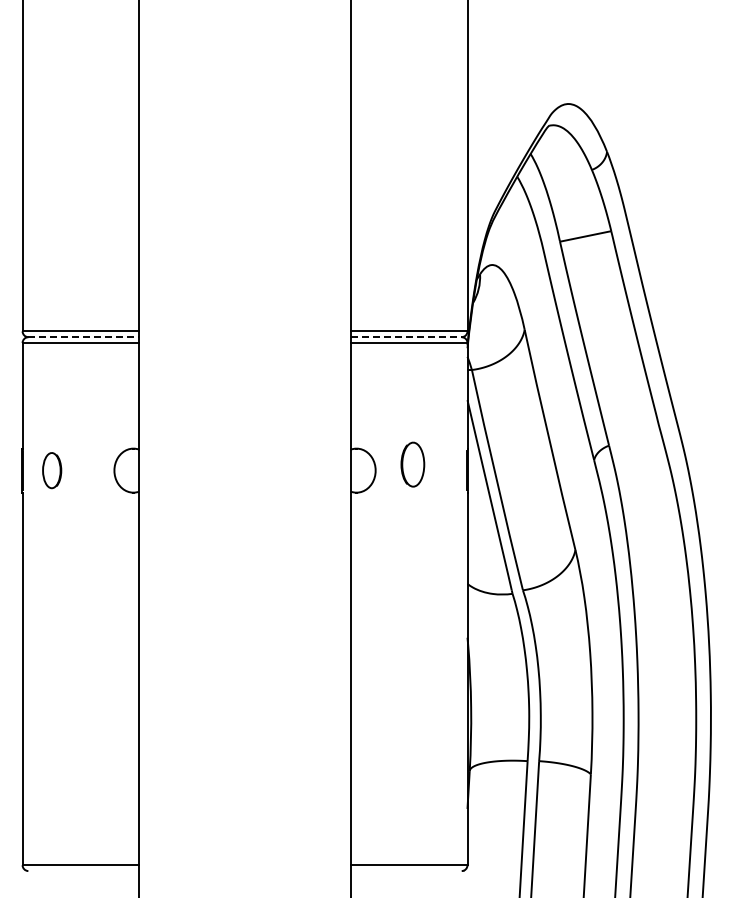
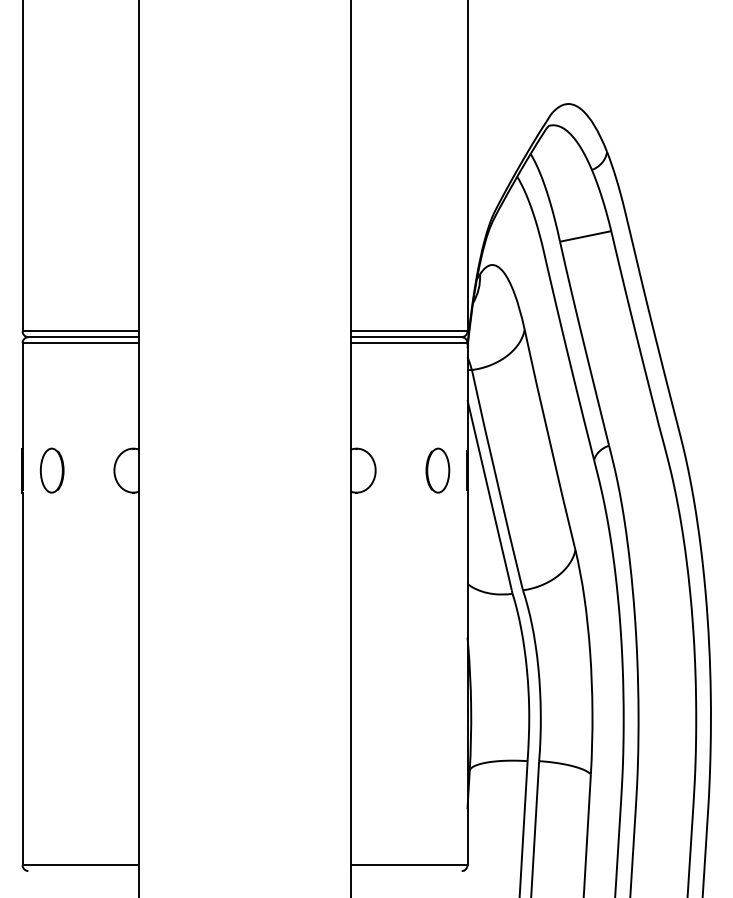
line at (83, 337): dashed -> solid
line at (406, 337): dashed -> solid
part at (412, 464) position: (412, 464) -> (437, 470)
part at (52, 470) size: 21x38 px -> 26x47 px
